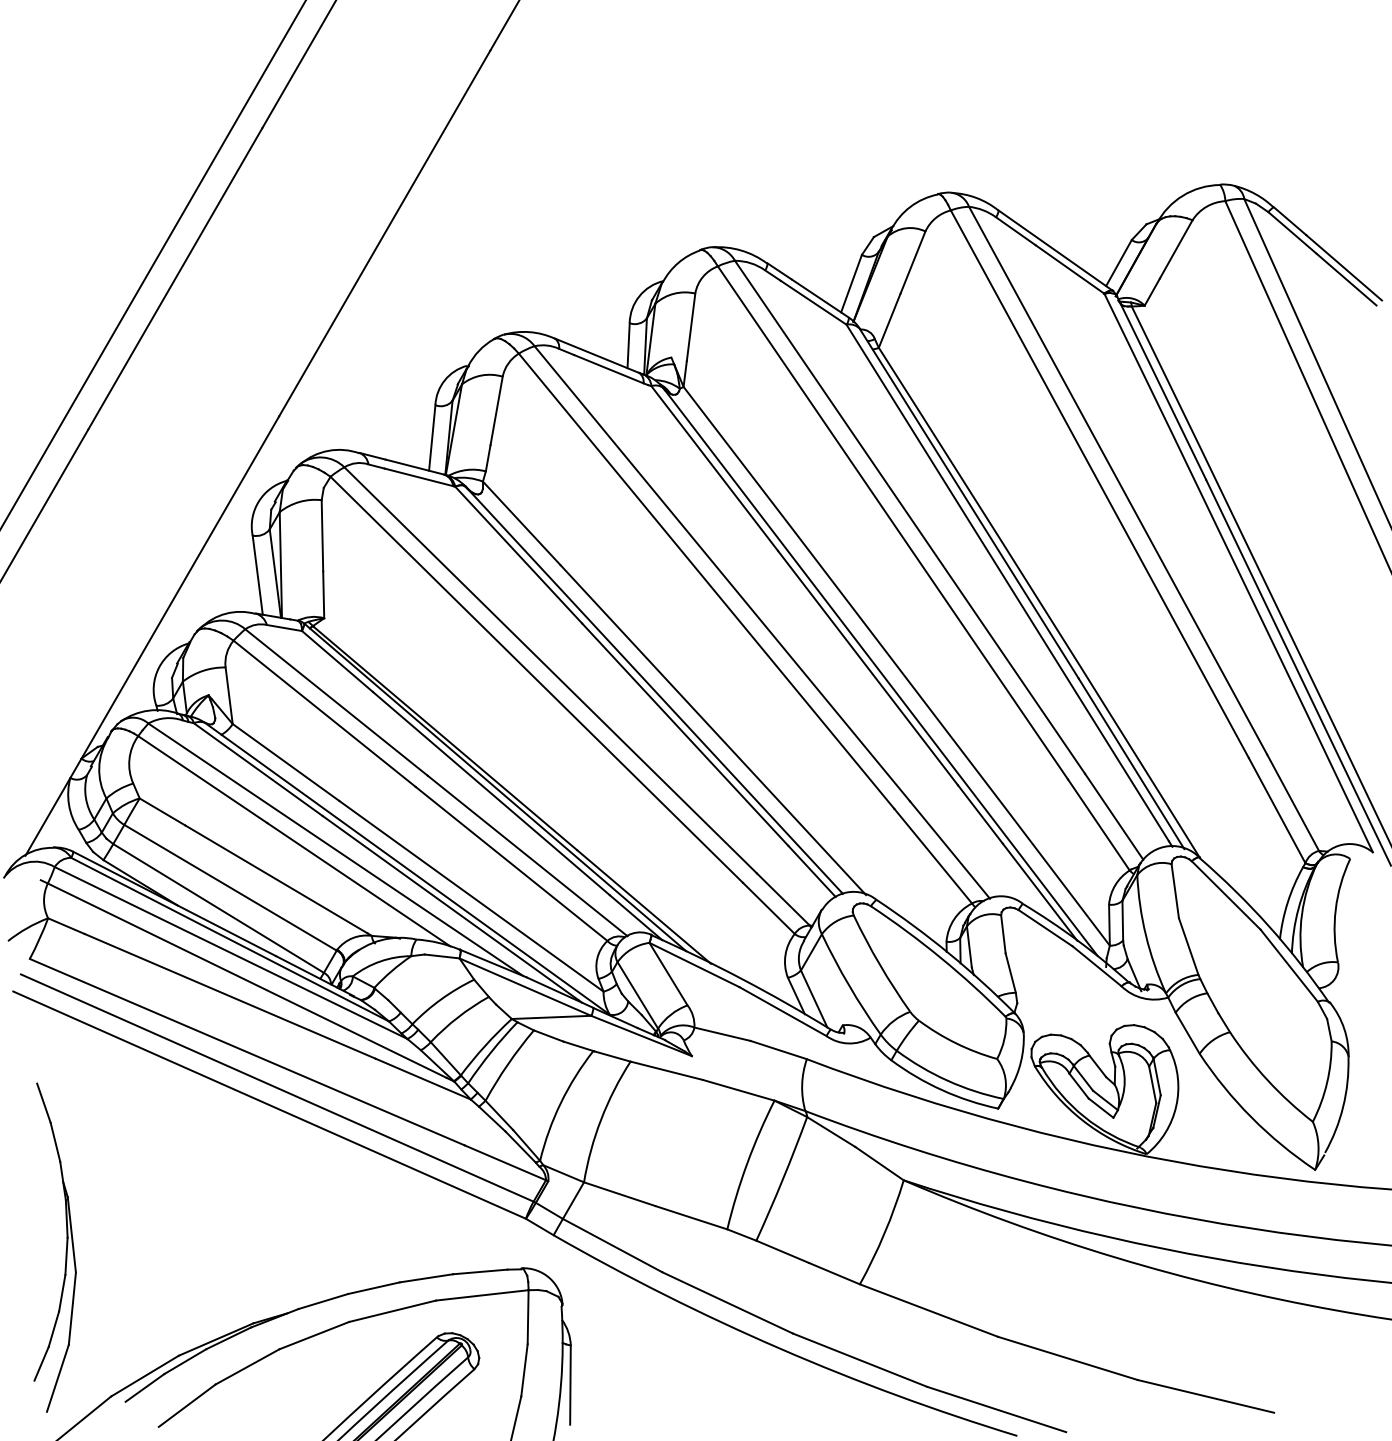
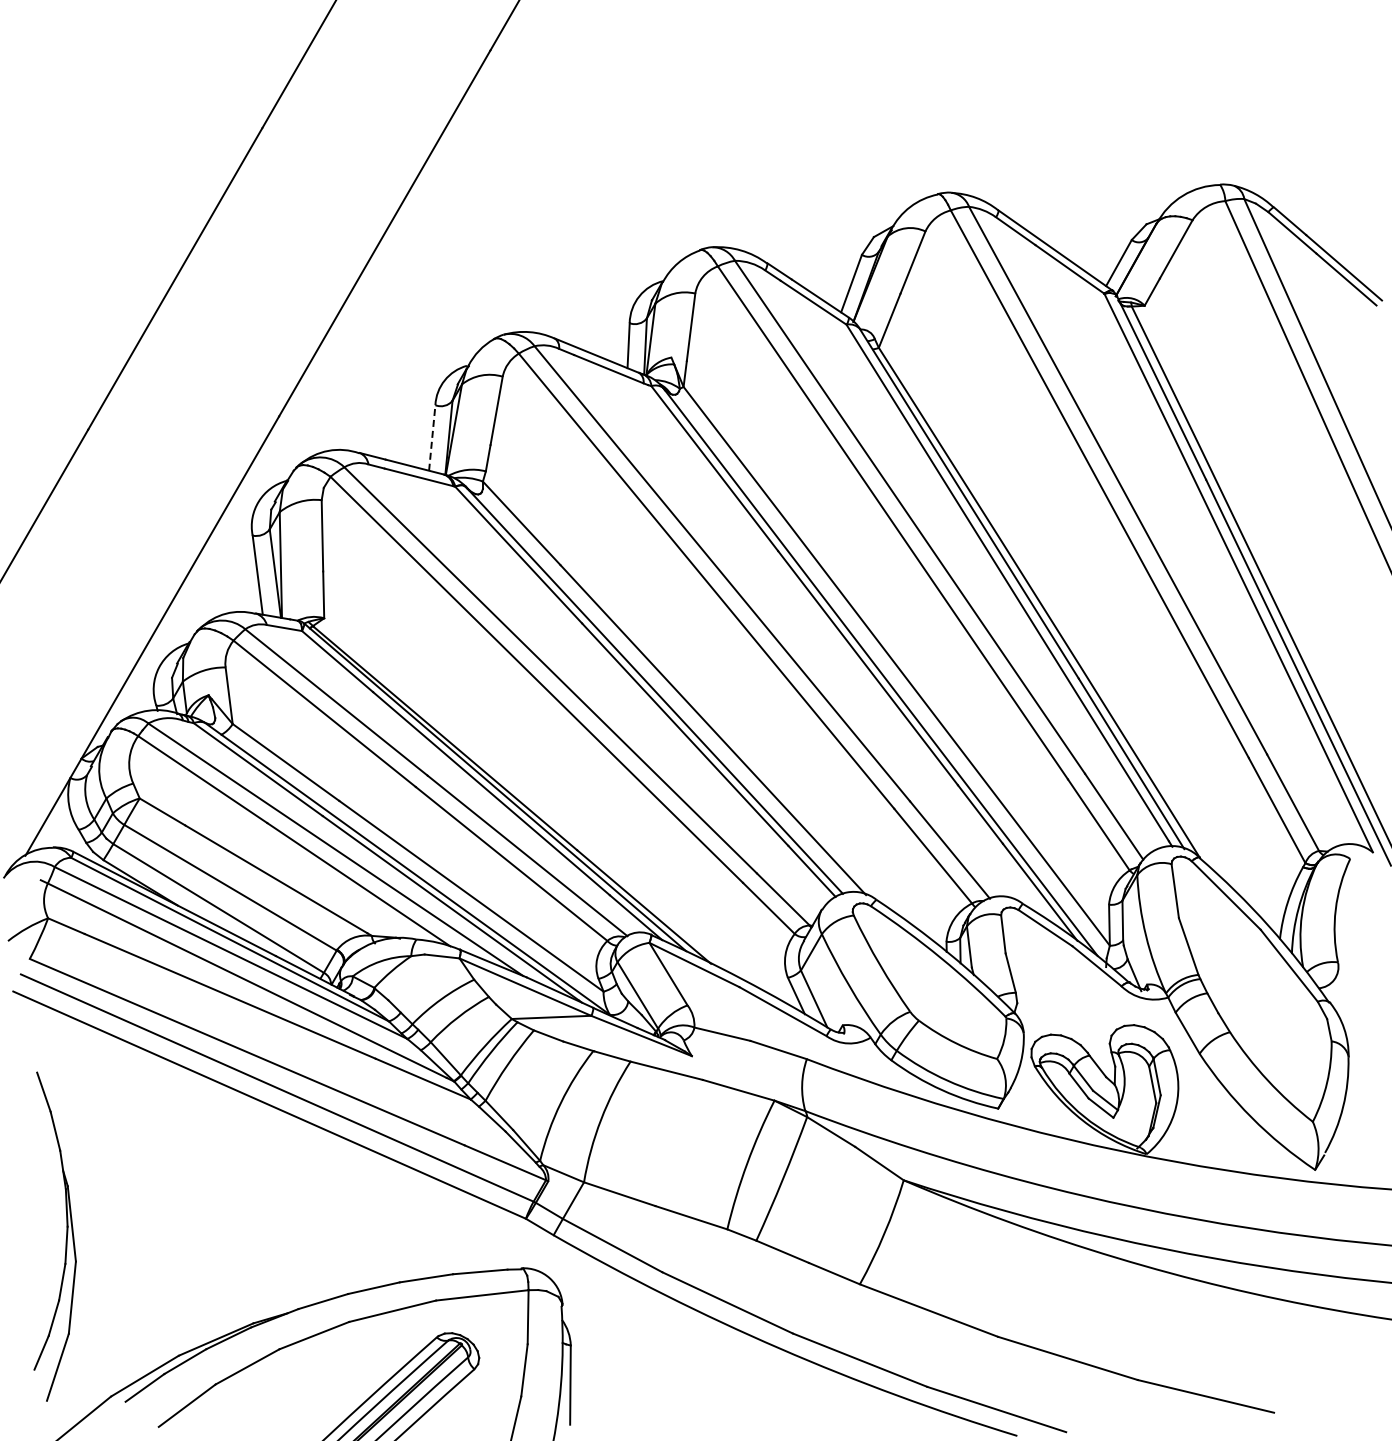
line at (153, 264): present -> none
line at (432, 437): solid -> dashed
part at (65, 1251) position: (65, 1251) -> (65, 1240)
